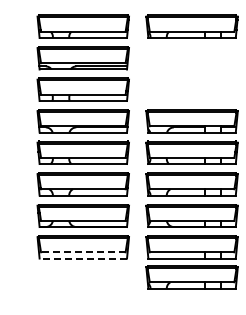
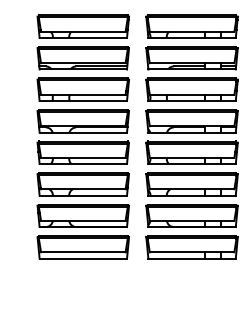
part at (191, 73): none -> present
line at (82, 252): dashed -> solid
line at (83, 258): dashed -> solid
part at (191, 277): present -> none
